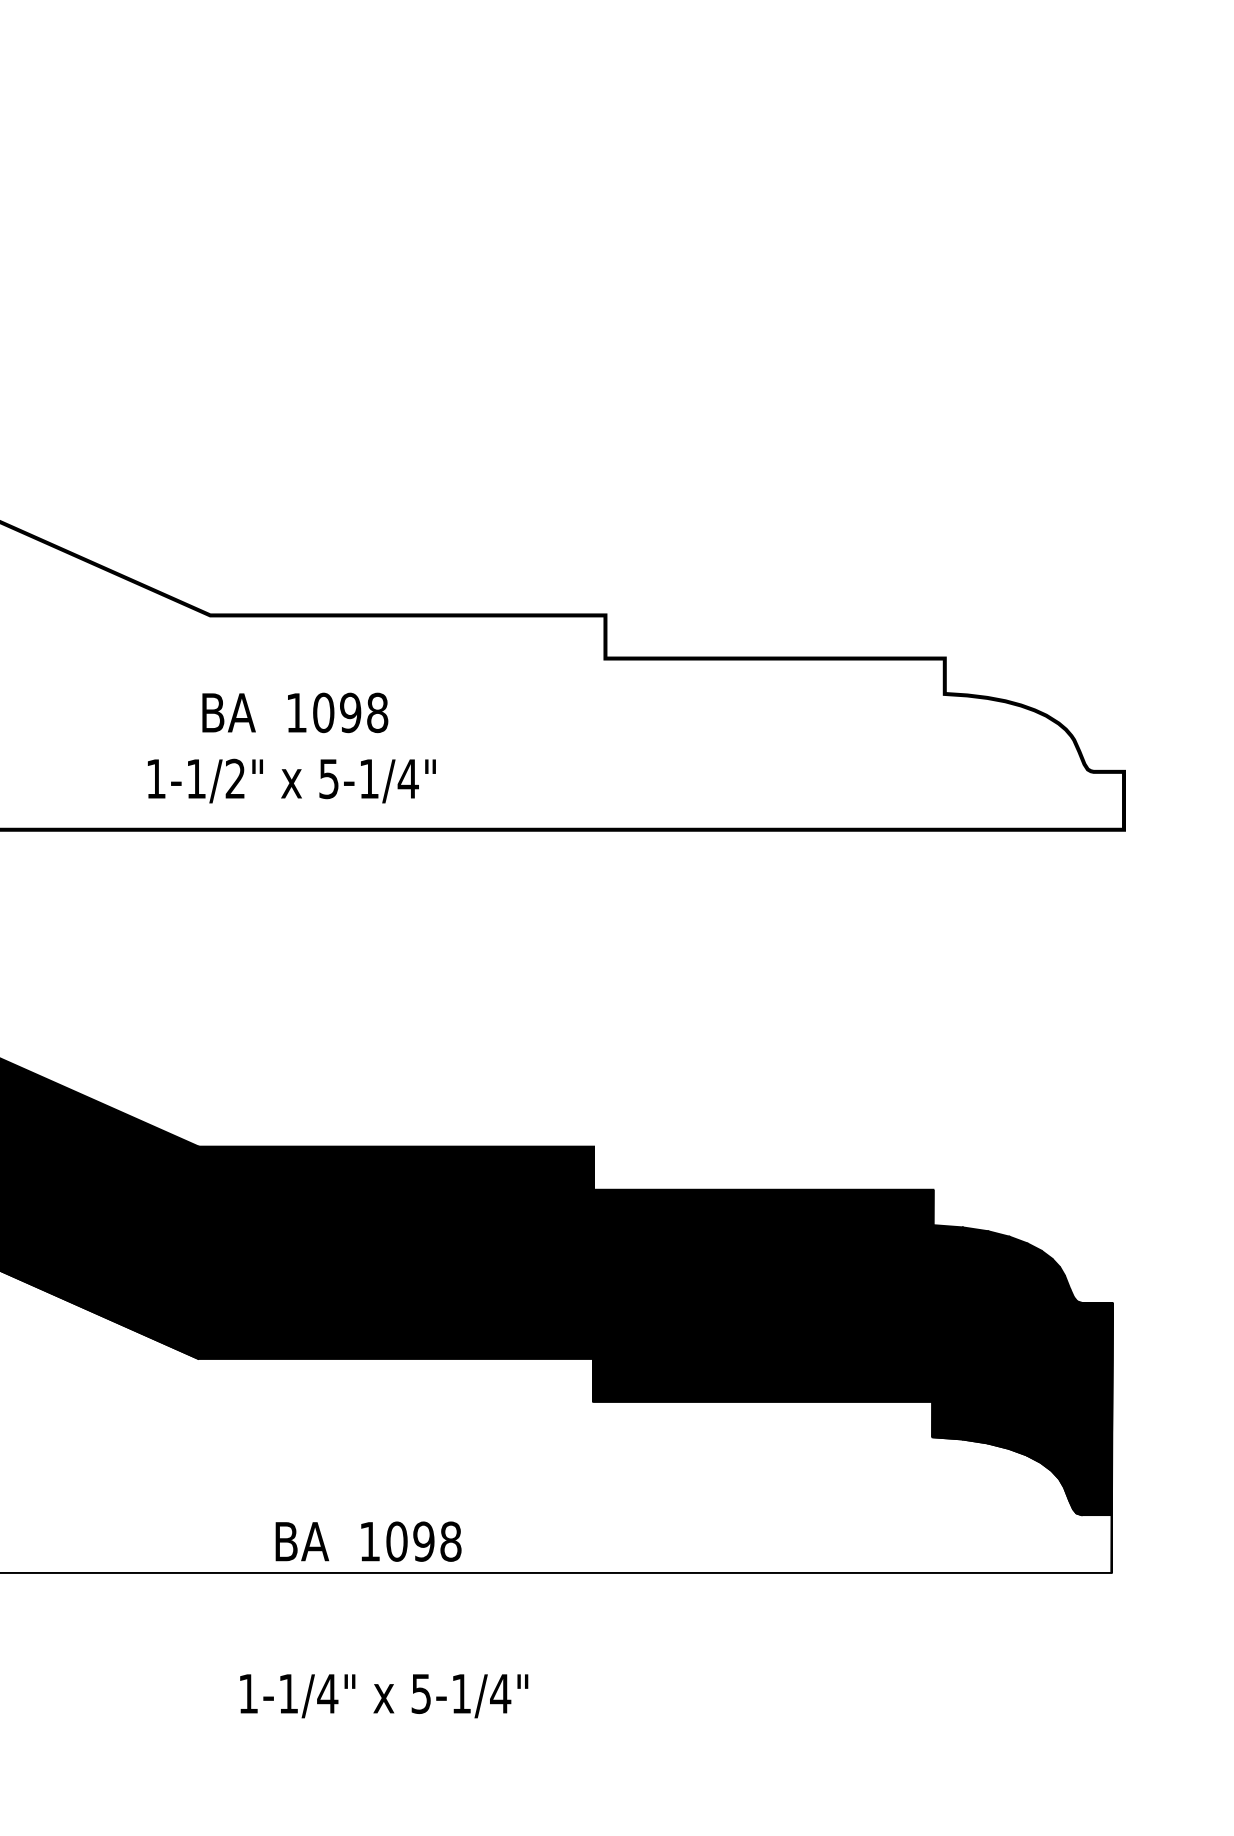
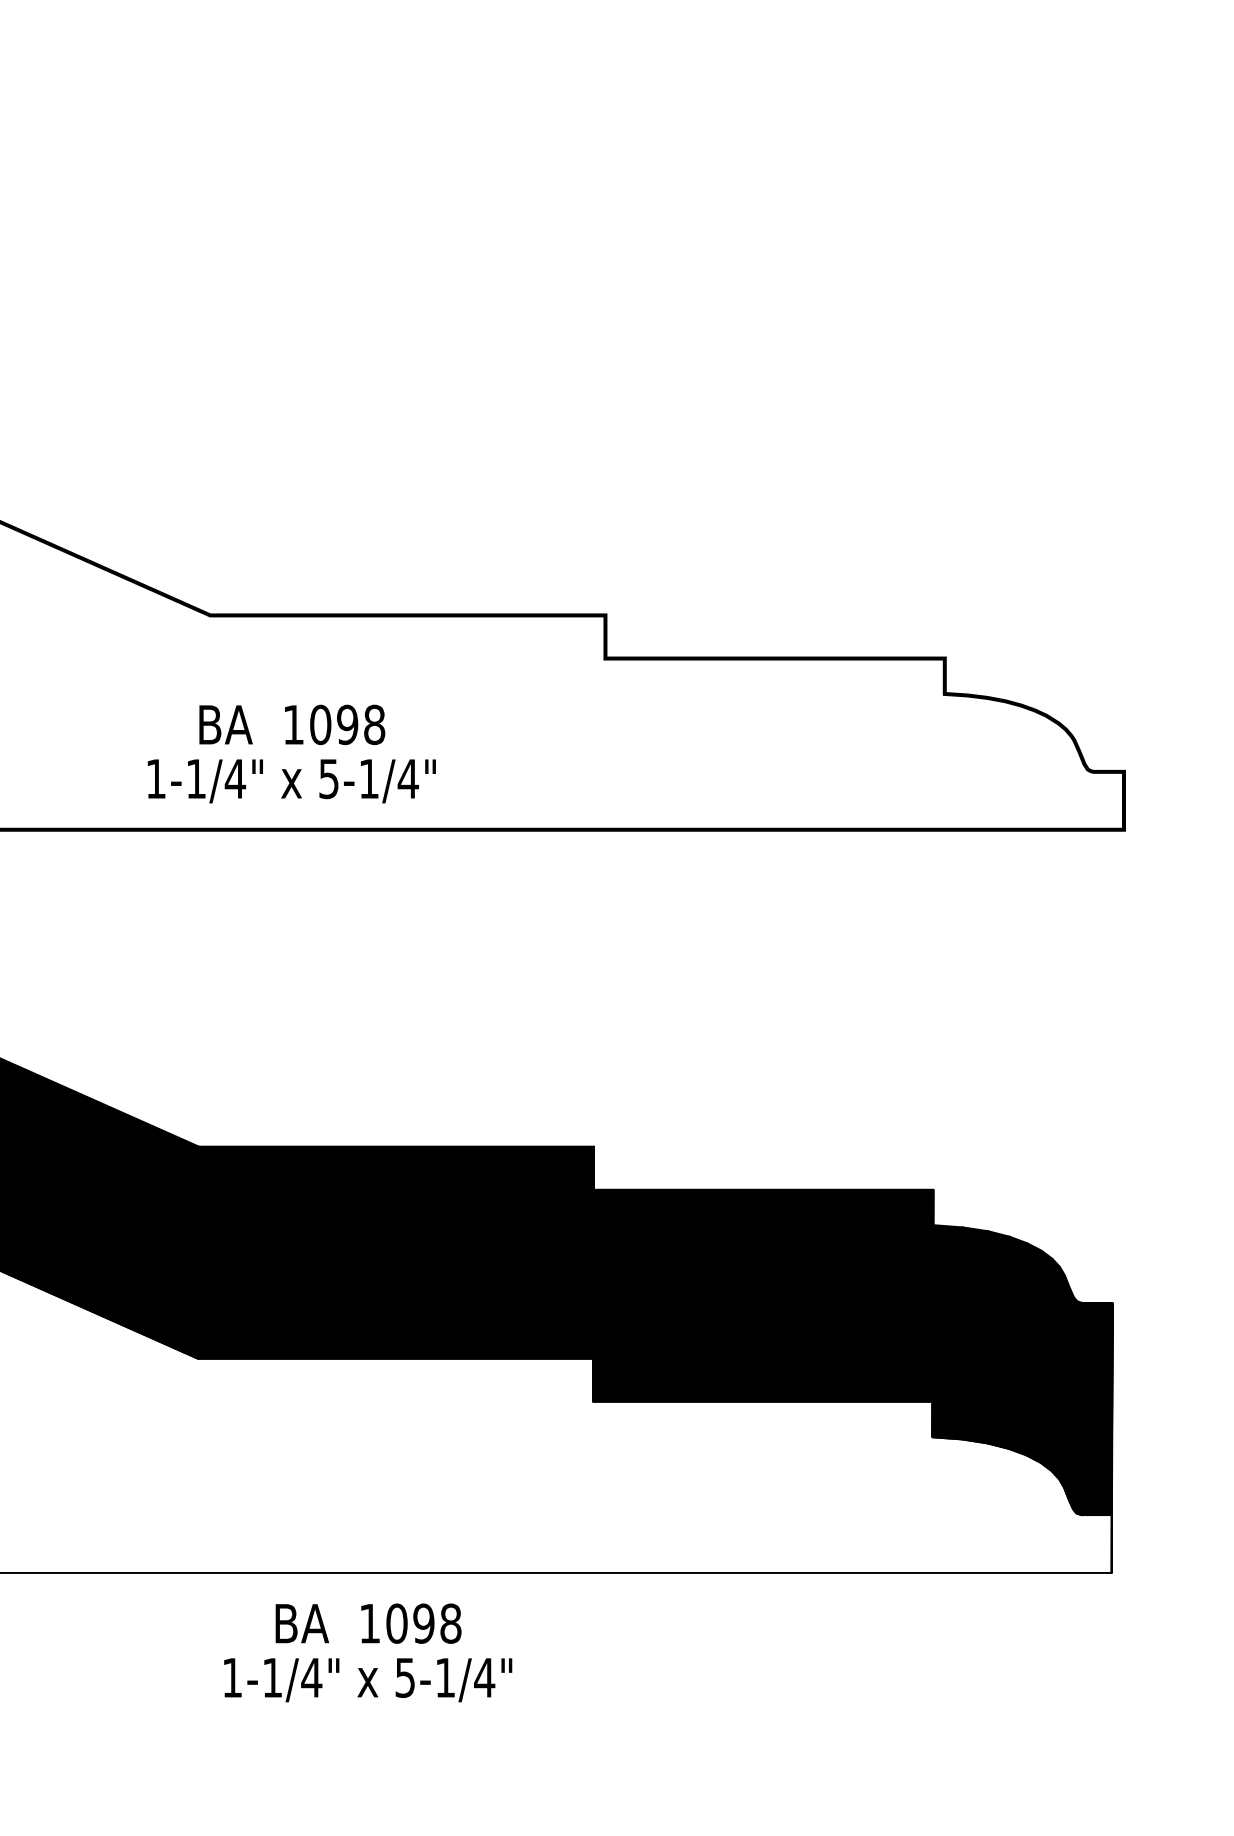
text at (295, 712) position: (295, 712) -> (292, 724)
text at (235, 778): 1-1/2" -> 1-1/4"
text at (368, 1541) position: (368, 1541) -> (368, 1623)
text at (384, 1696) position: (384, 1696) -> (368, 1680)
